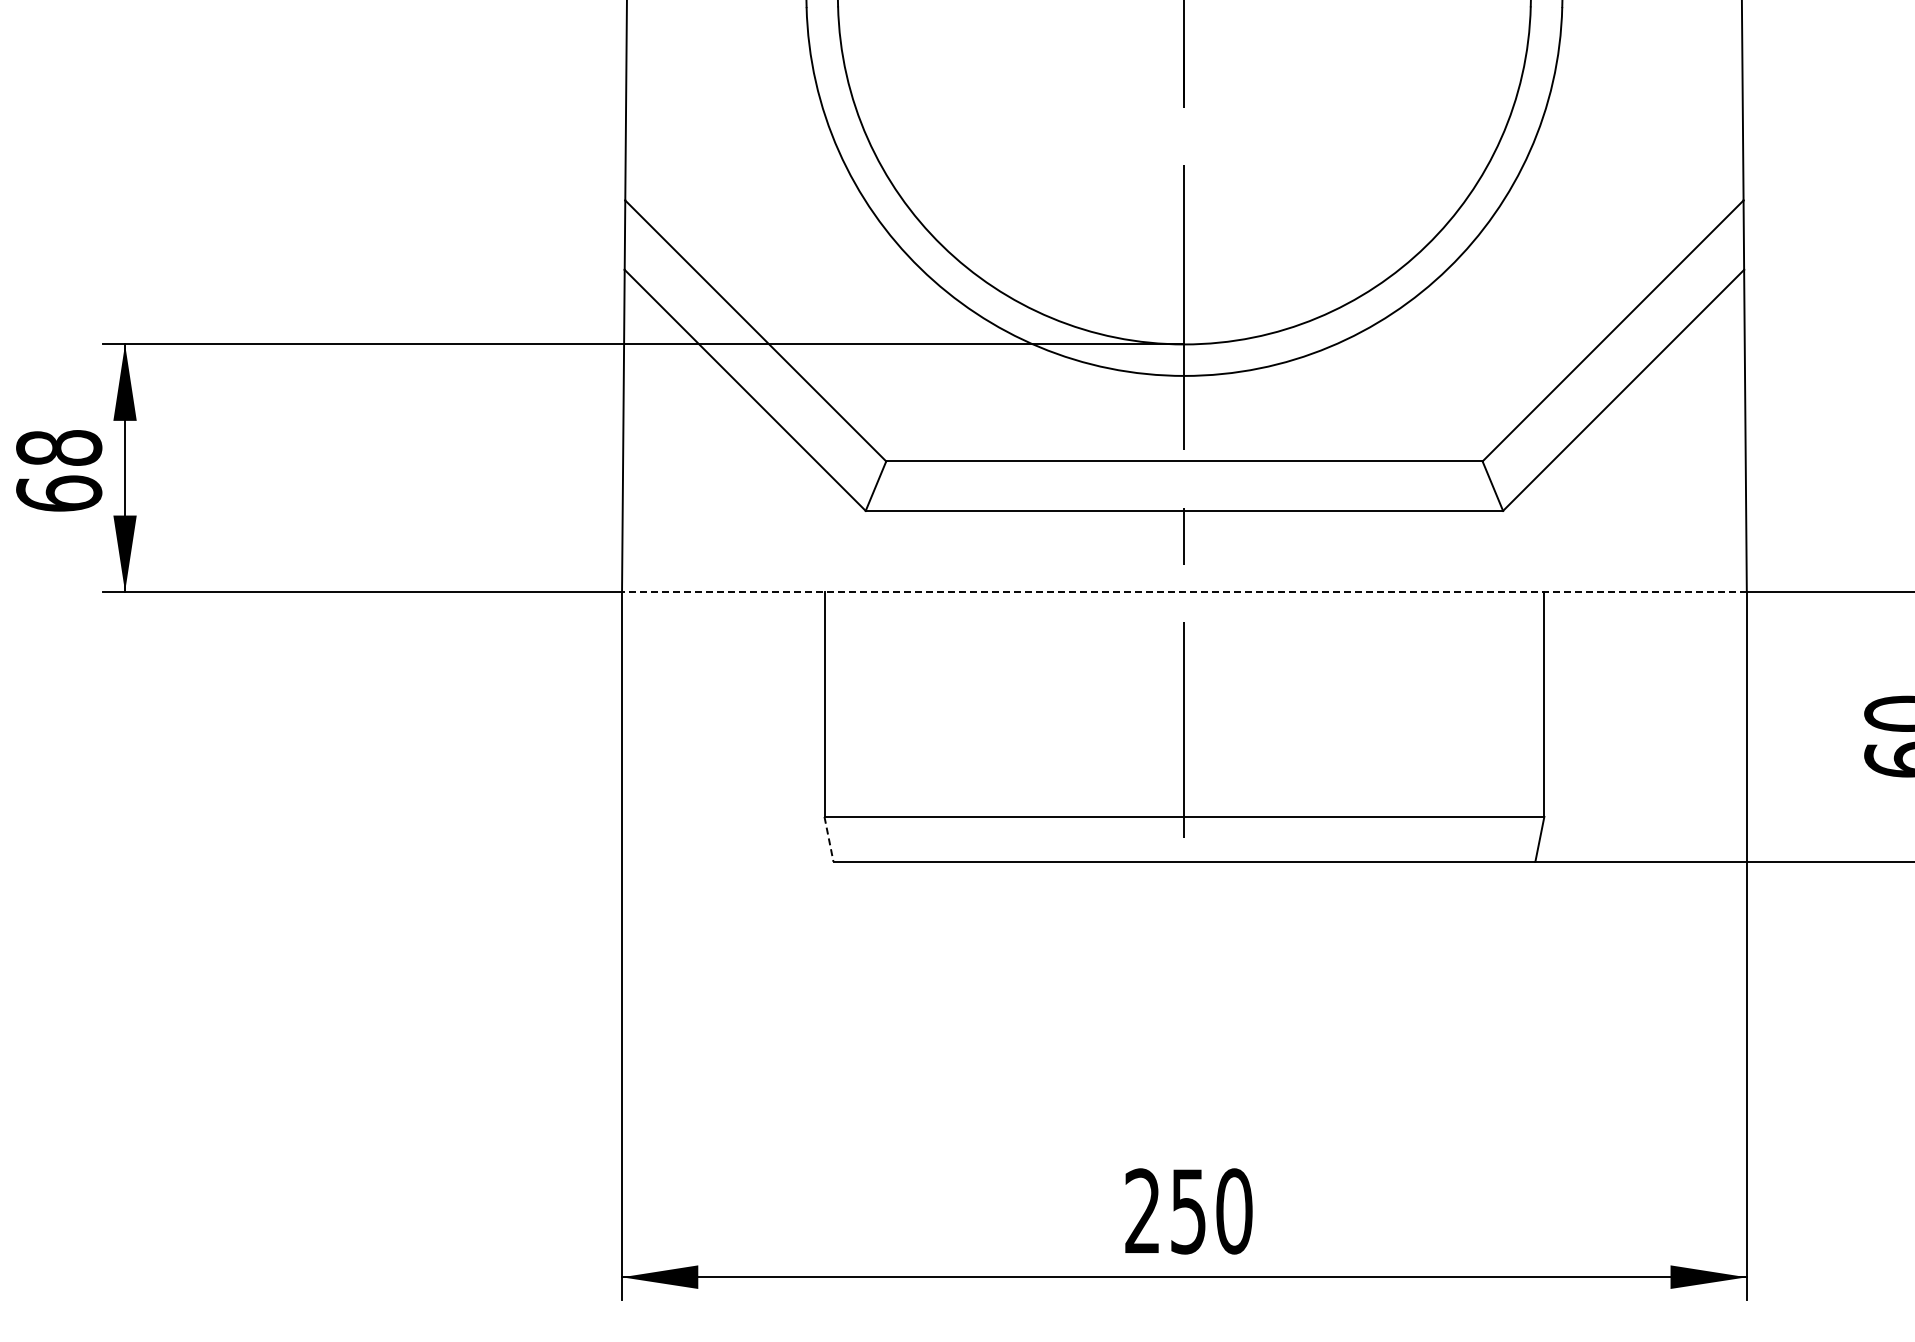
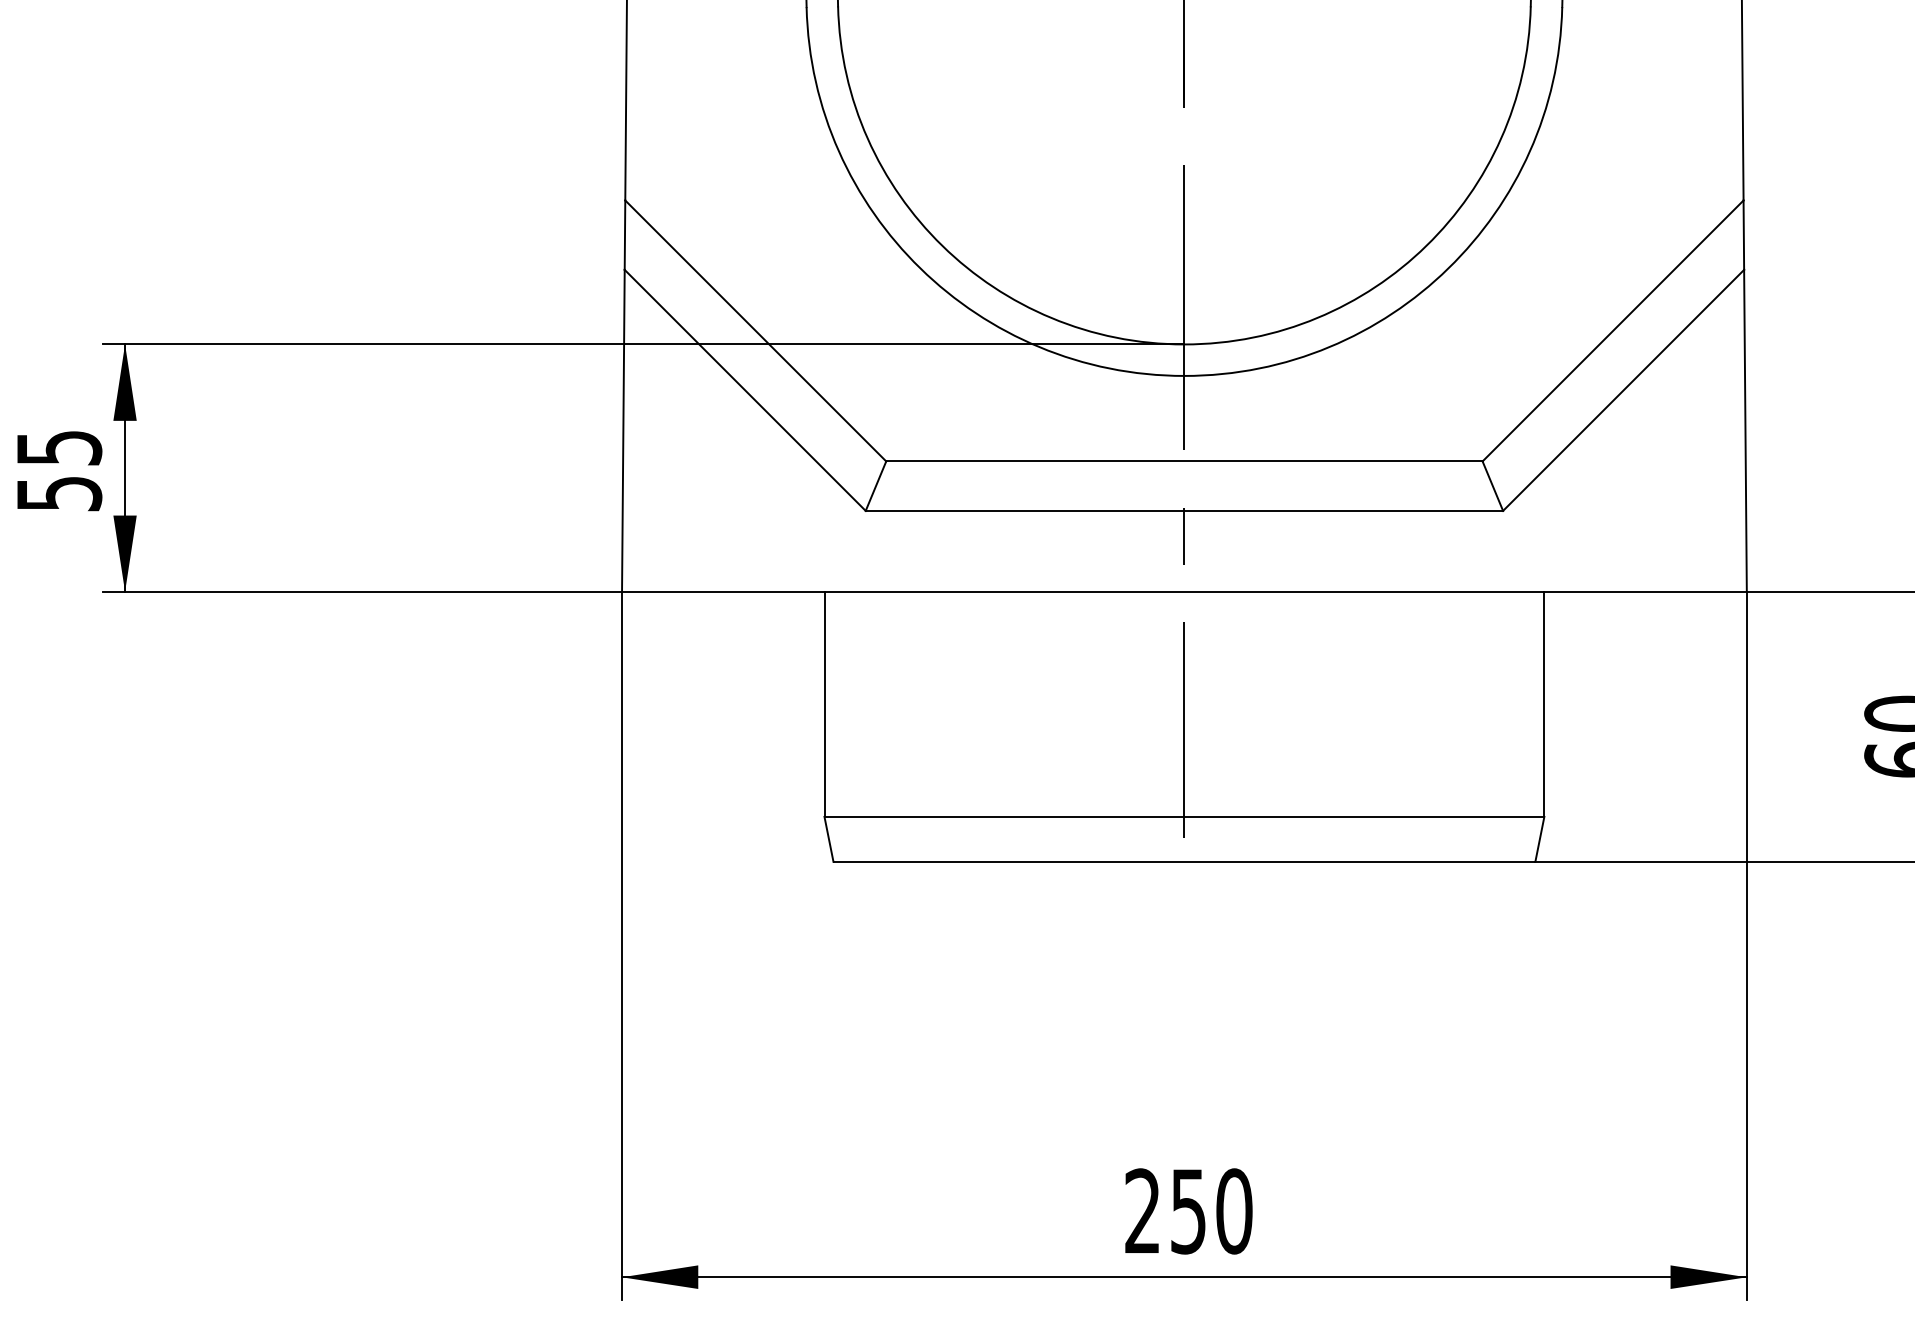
text at (59, 470): 68 -> 55
line at (1183, 591): dashed -> solid
line at (828, 839): dashed -> solid
